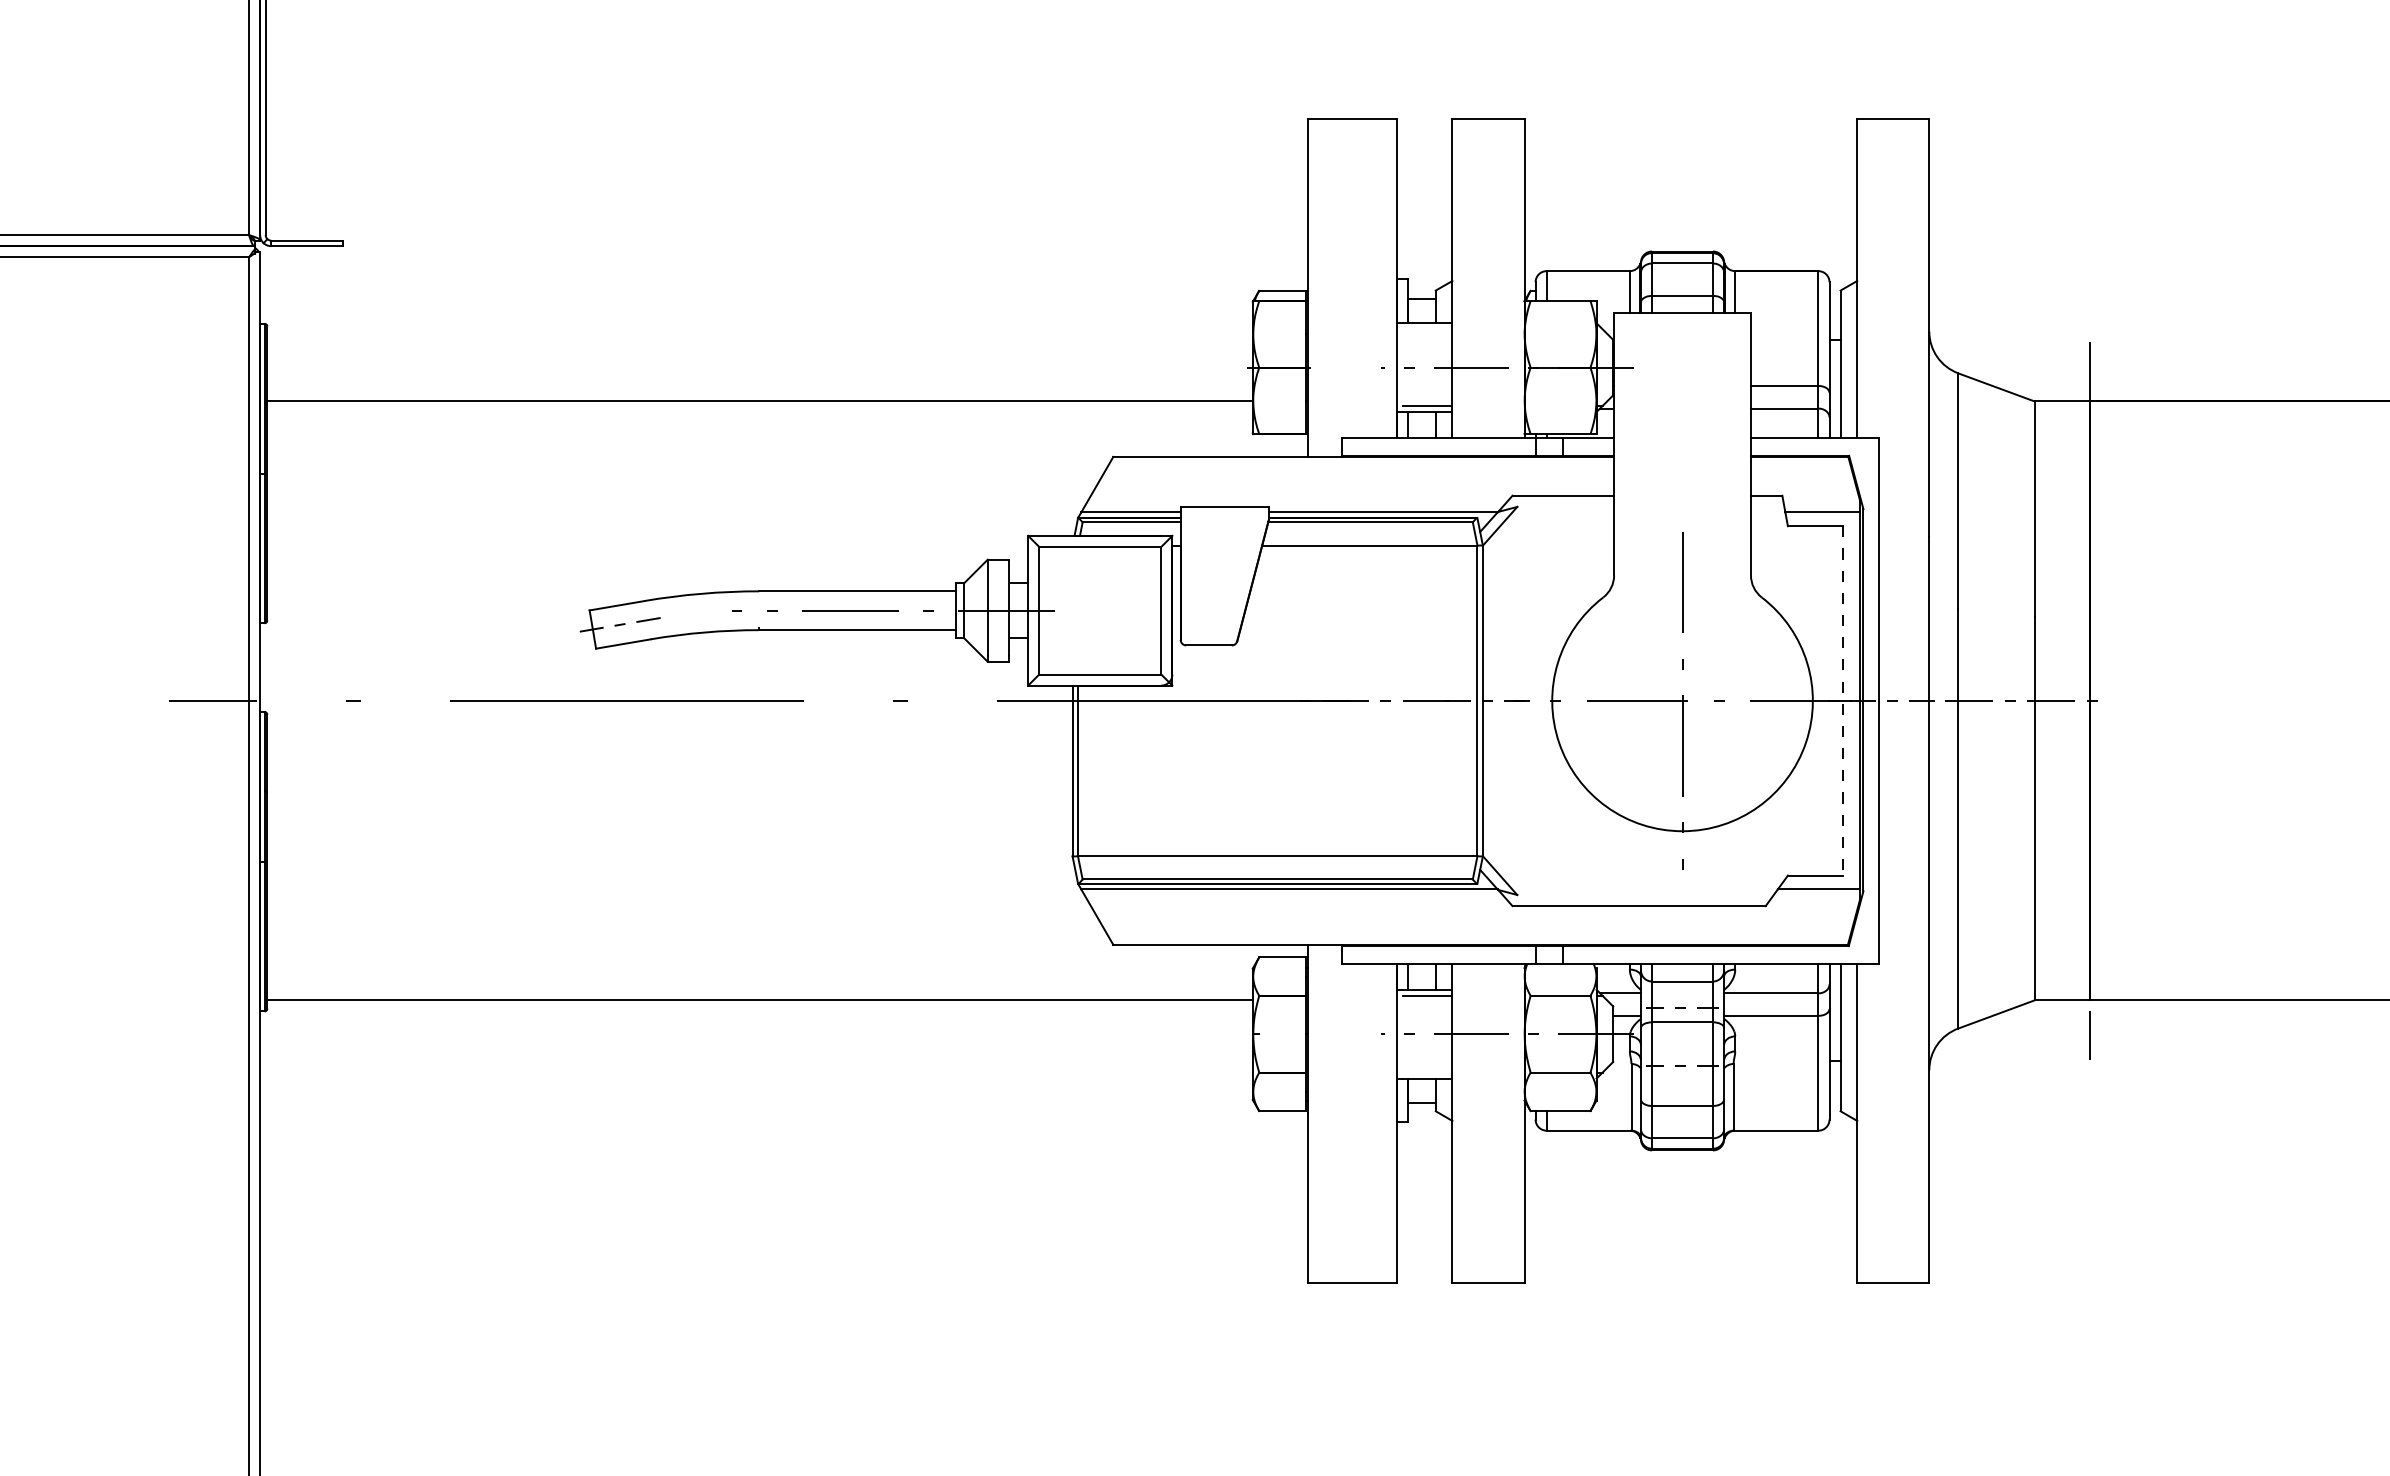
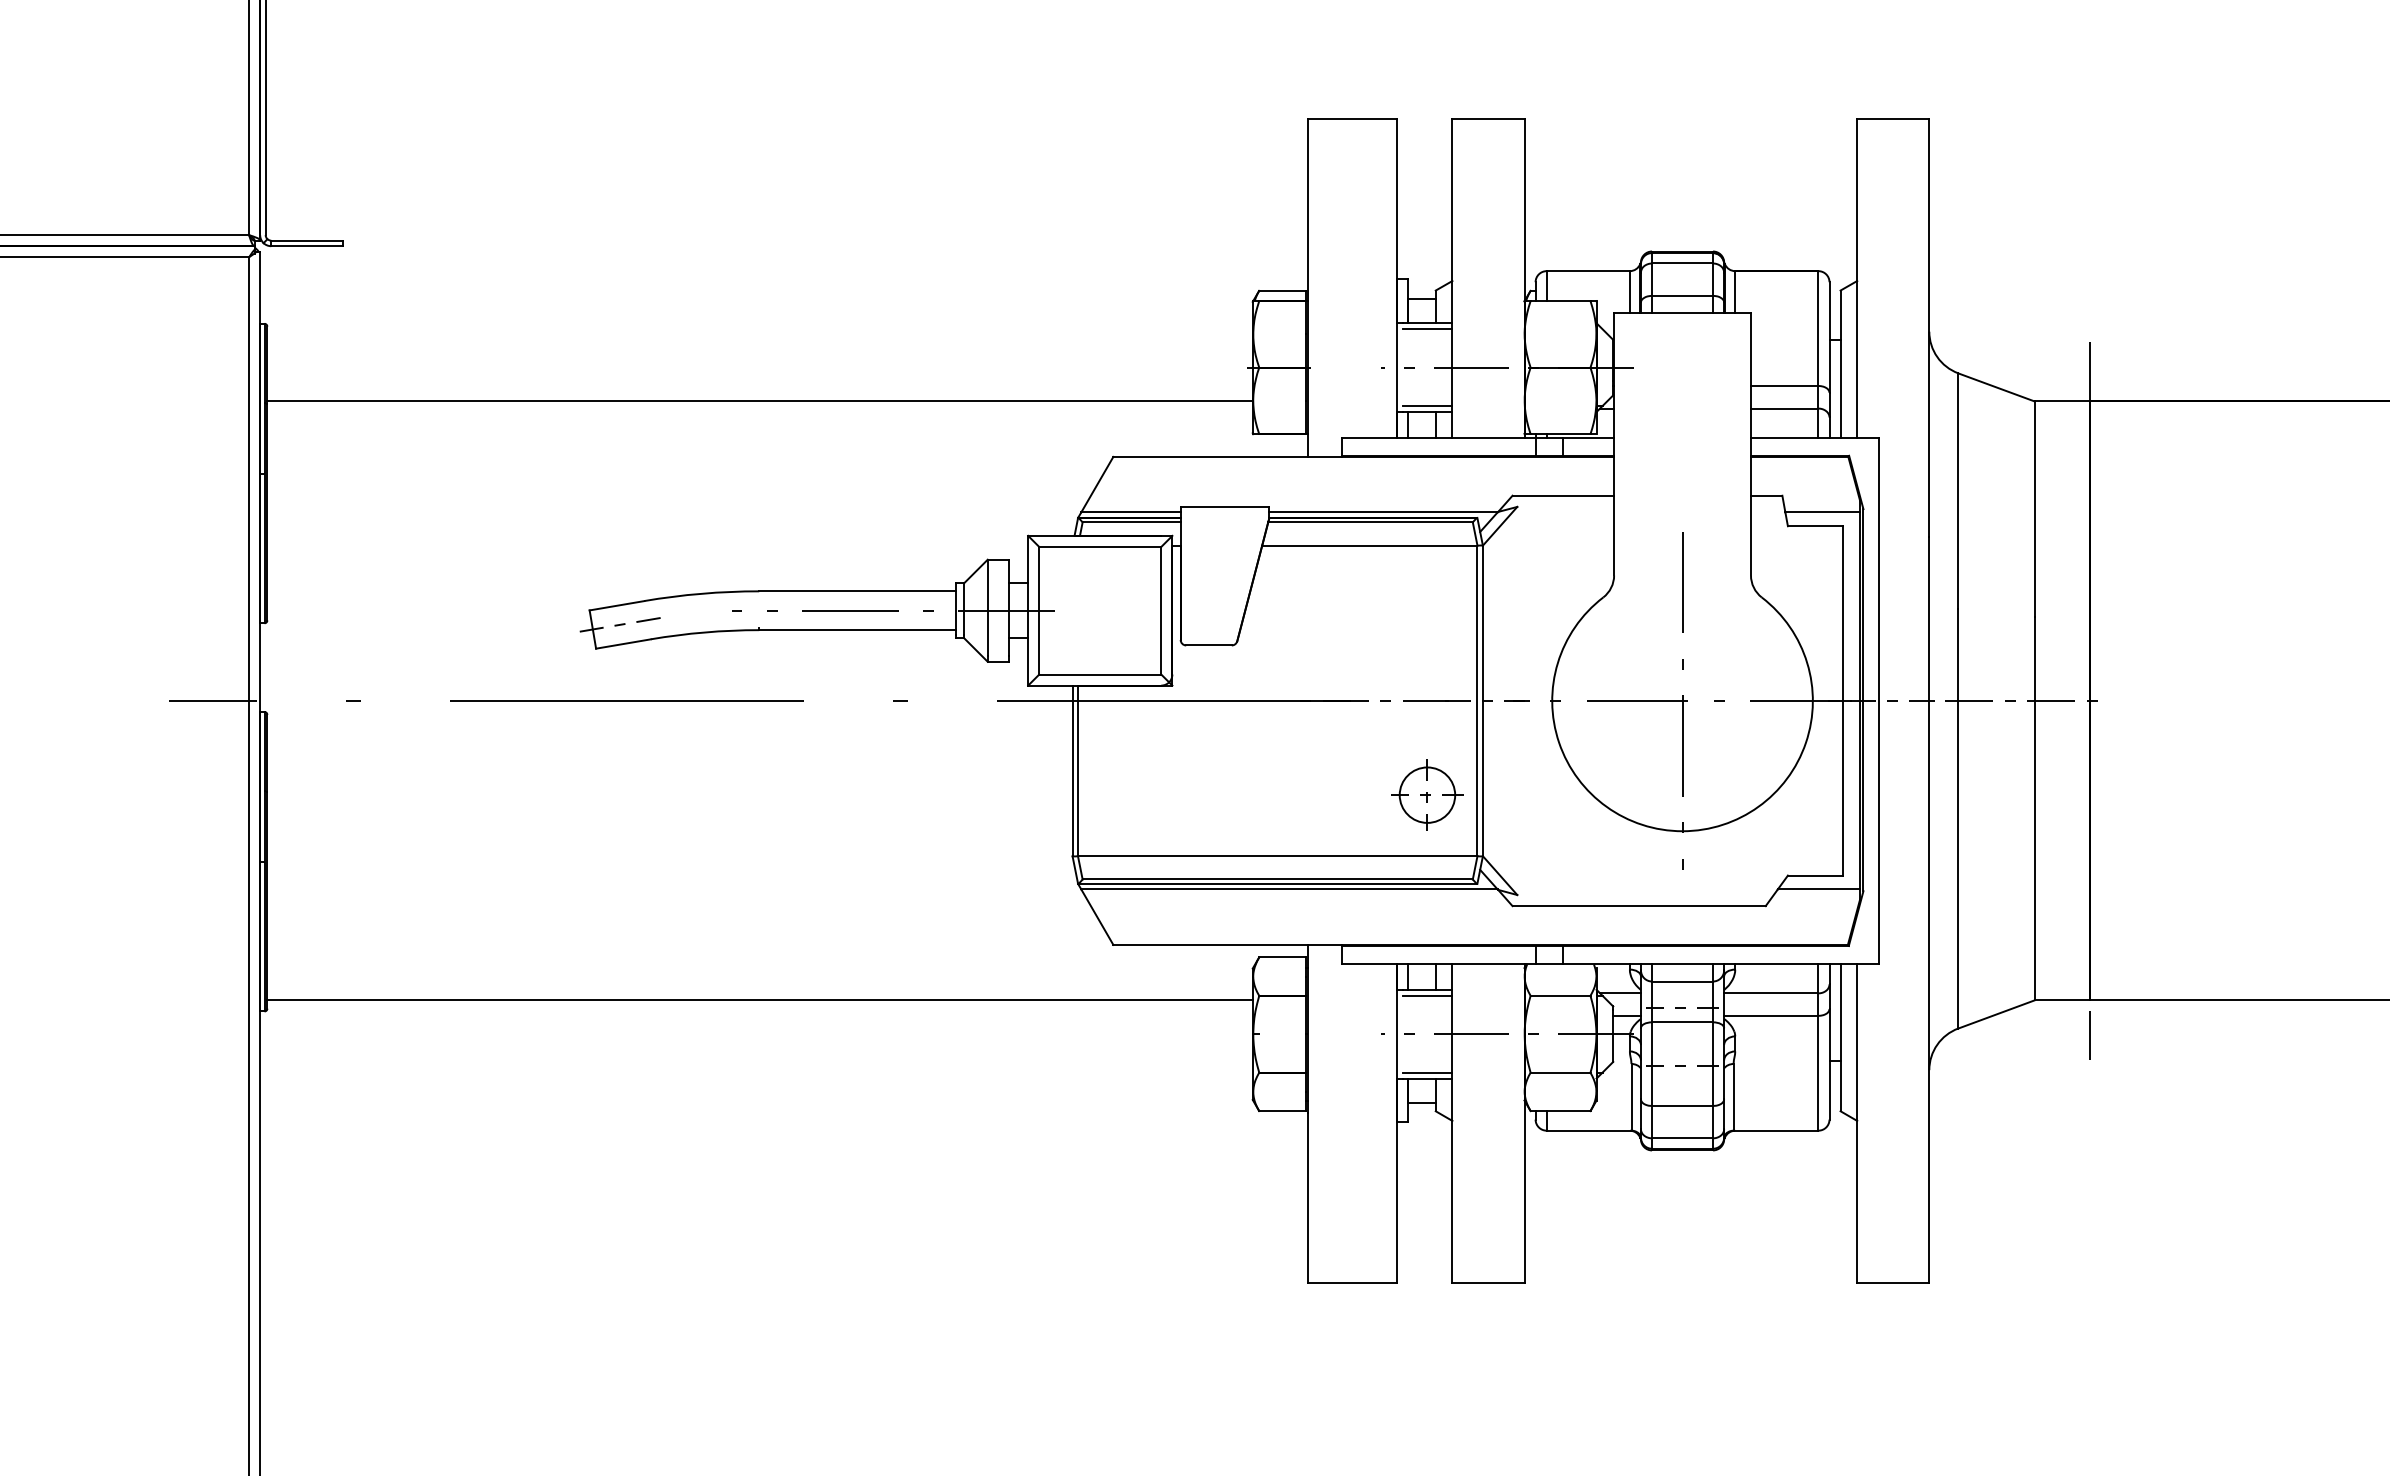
line at (1427, 329): none -> present
line at (1843, 700): dashed -> solid
part at (1427, 794): none -> present
line at (1427, 1072): none -> present
